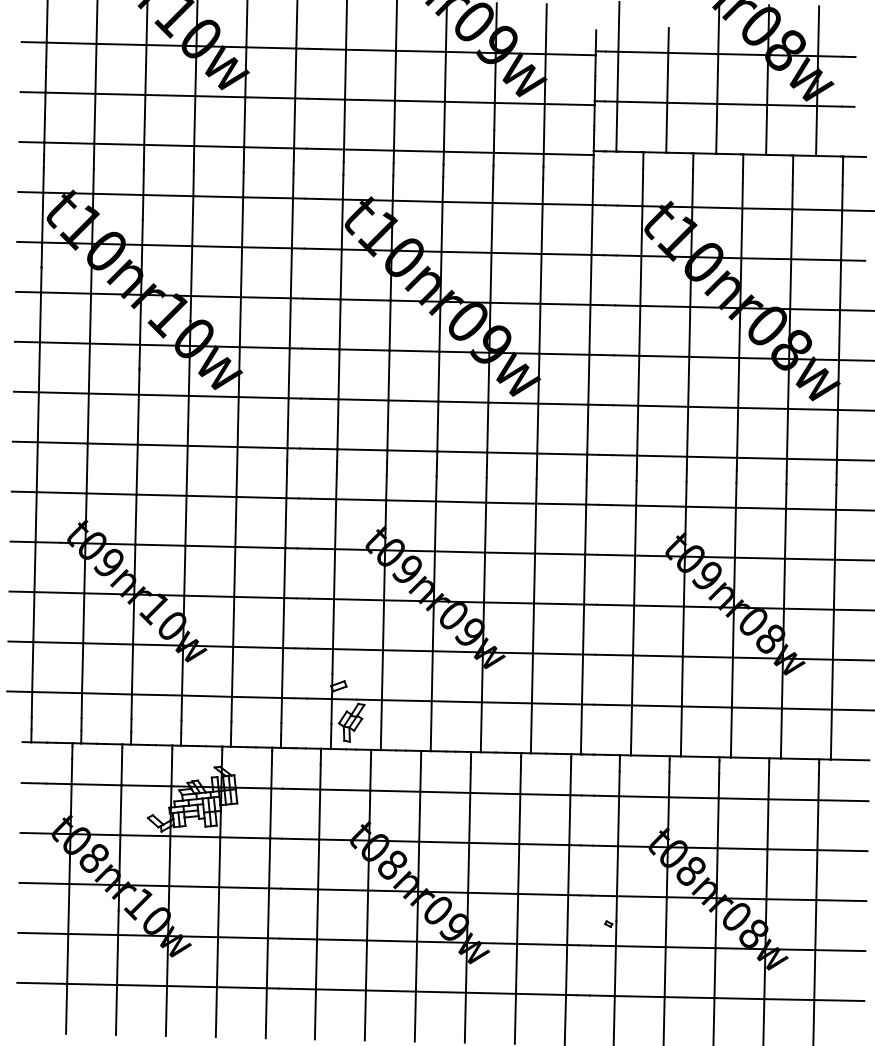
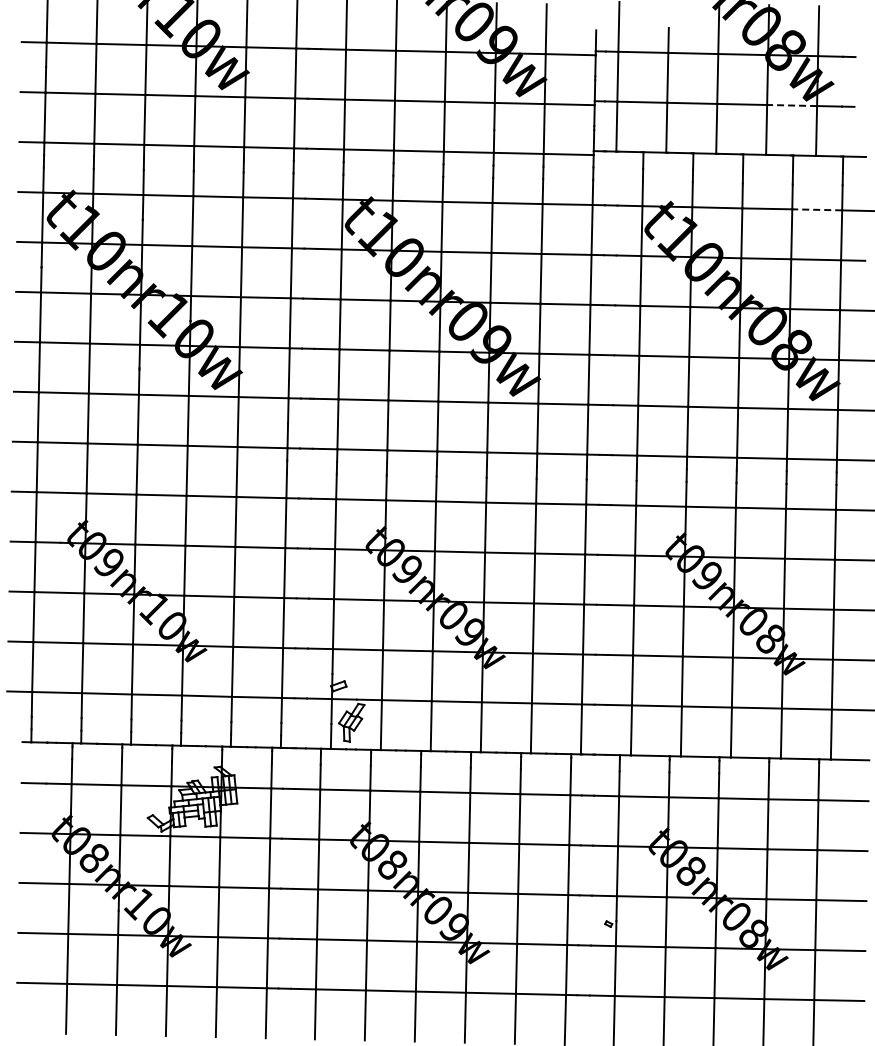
line at (792, 105): solid -> dashed
line at (817, 209): solid -> dashed
